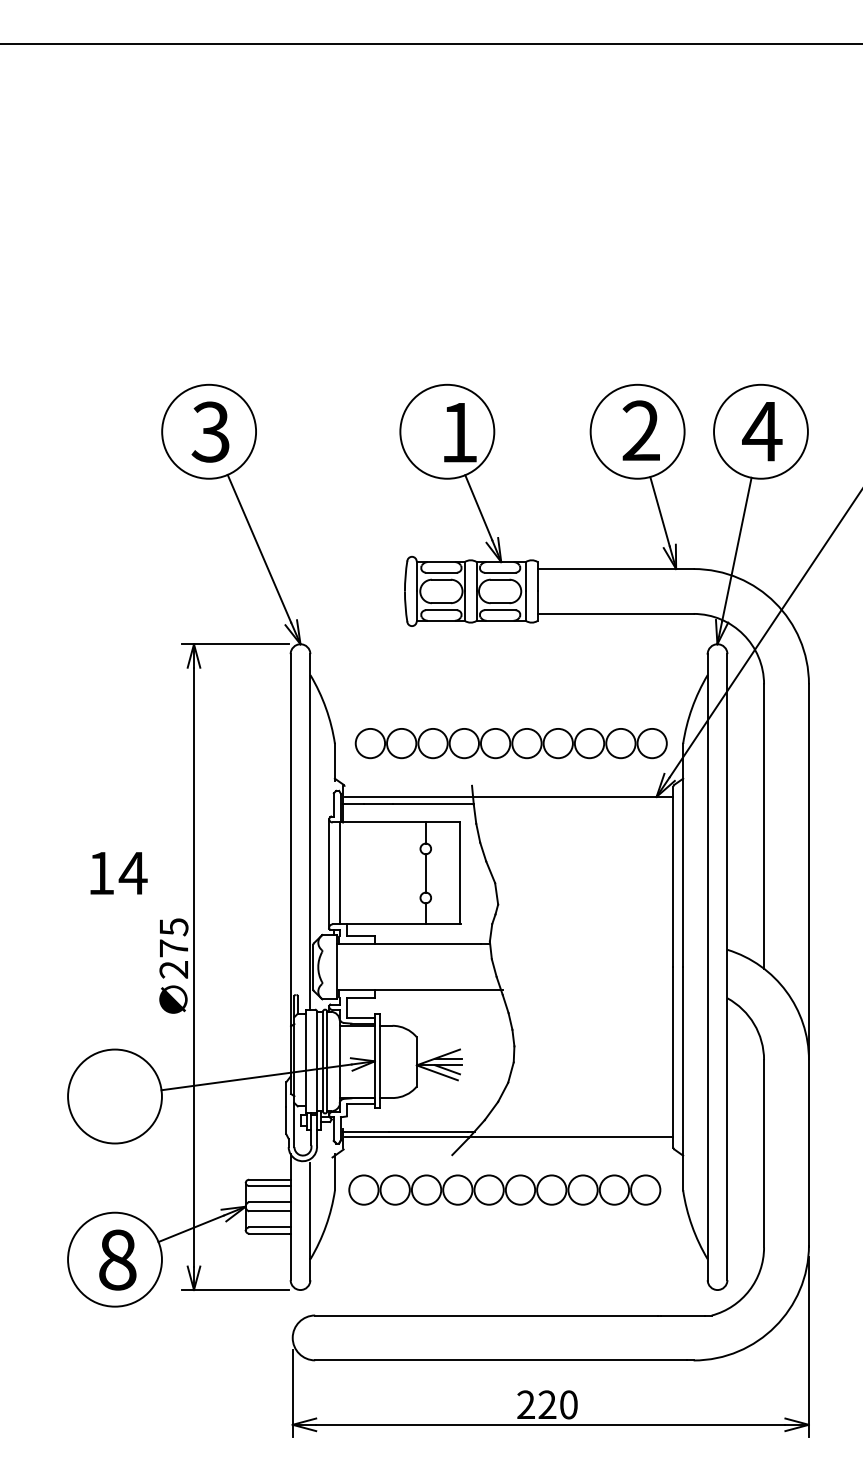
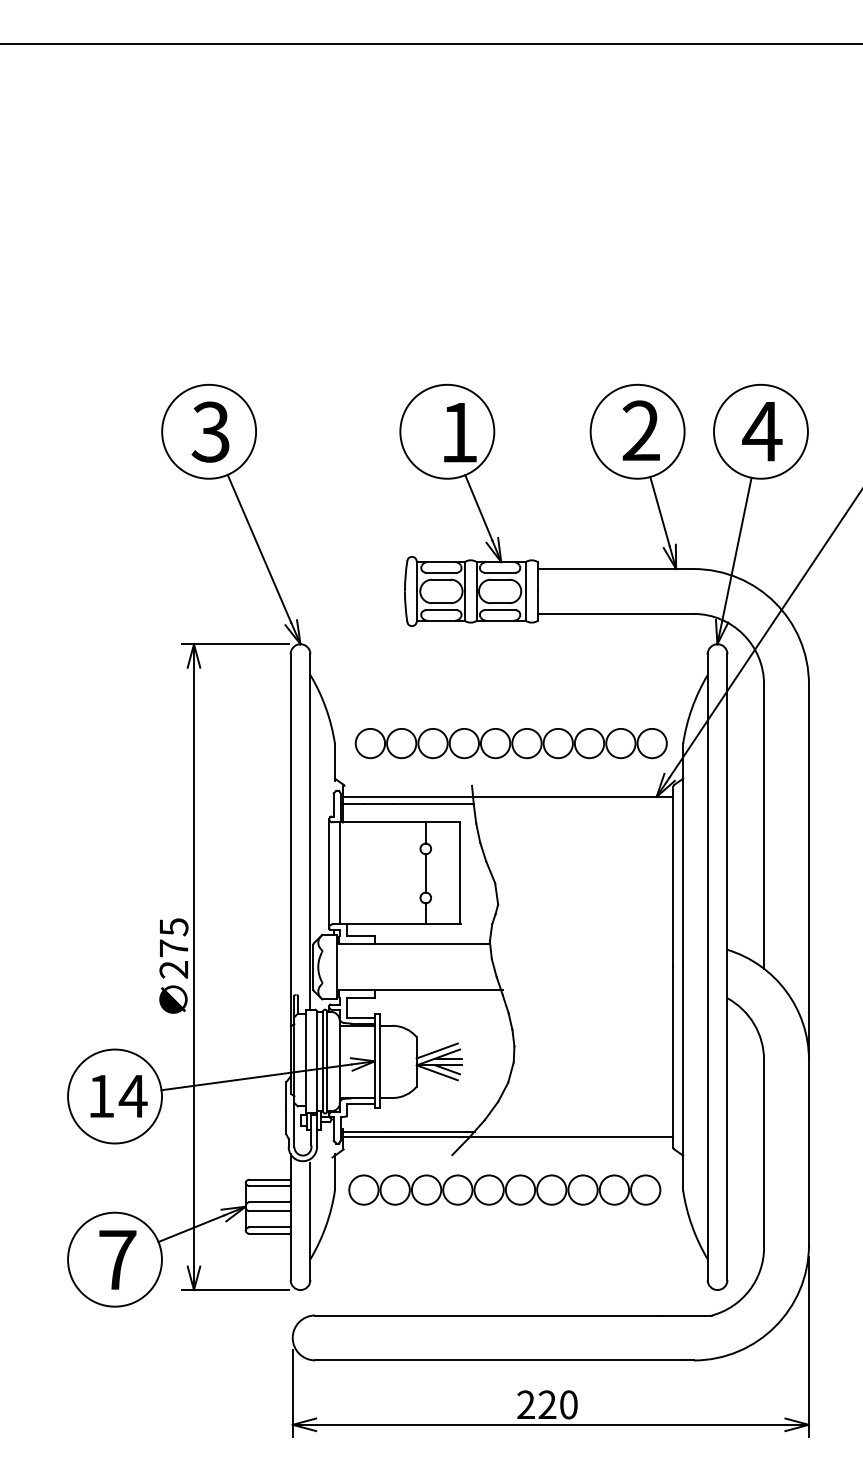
text at (118, 873) position: (118, 873) -> (118, 1096)
line at (436, 1050): none -> present
text at (117, 1259): 8 -> 7
